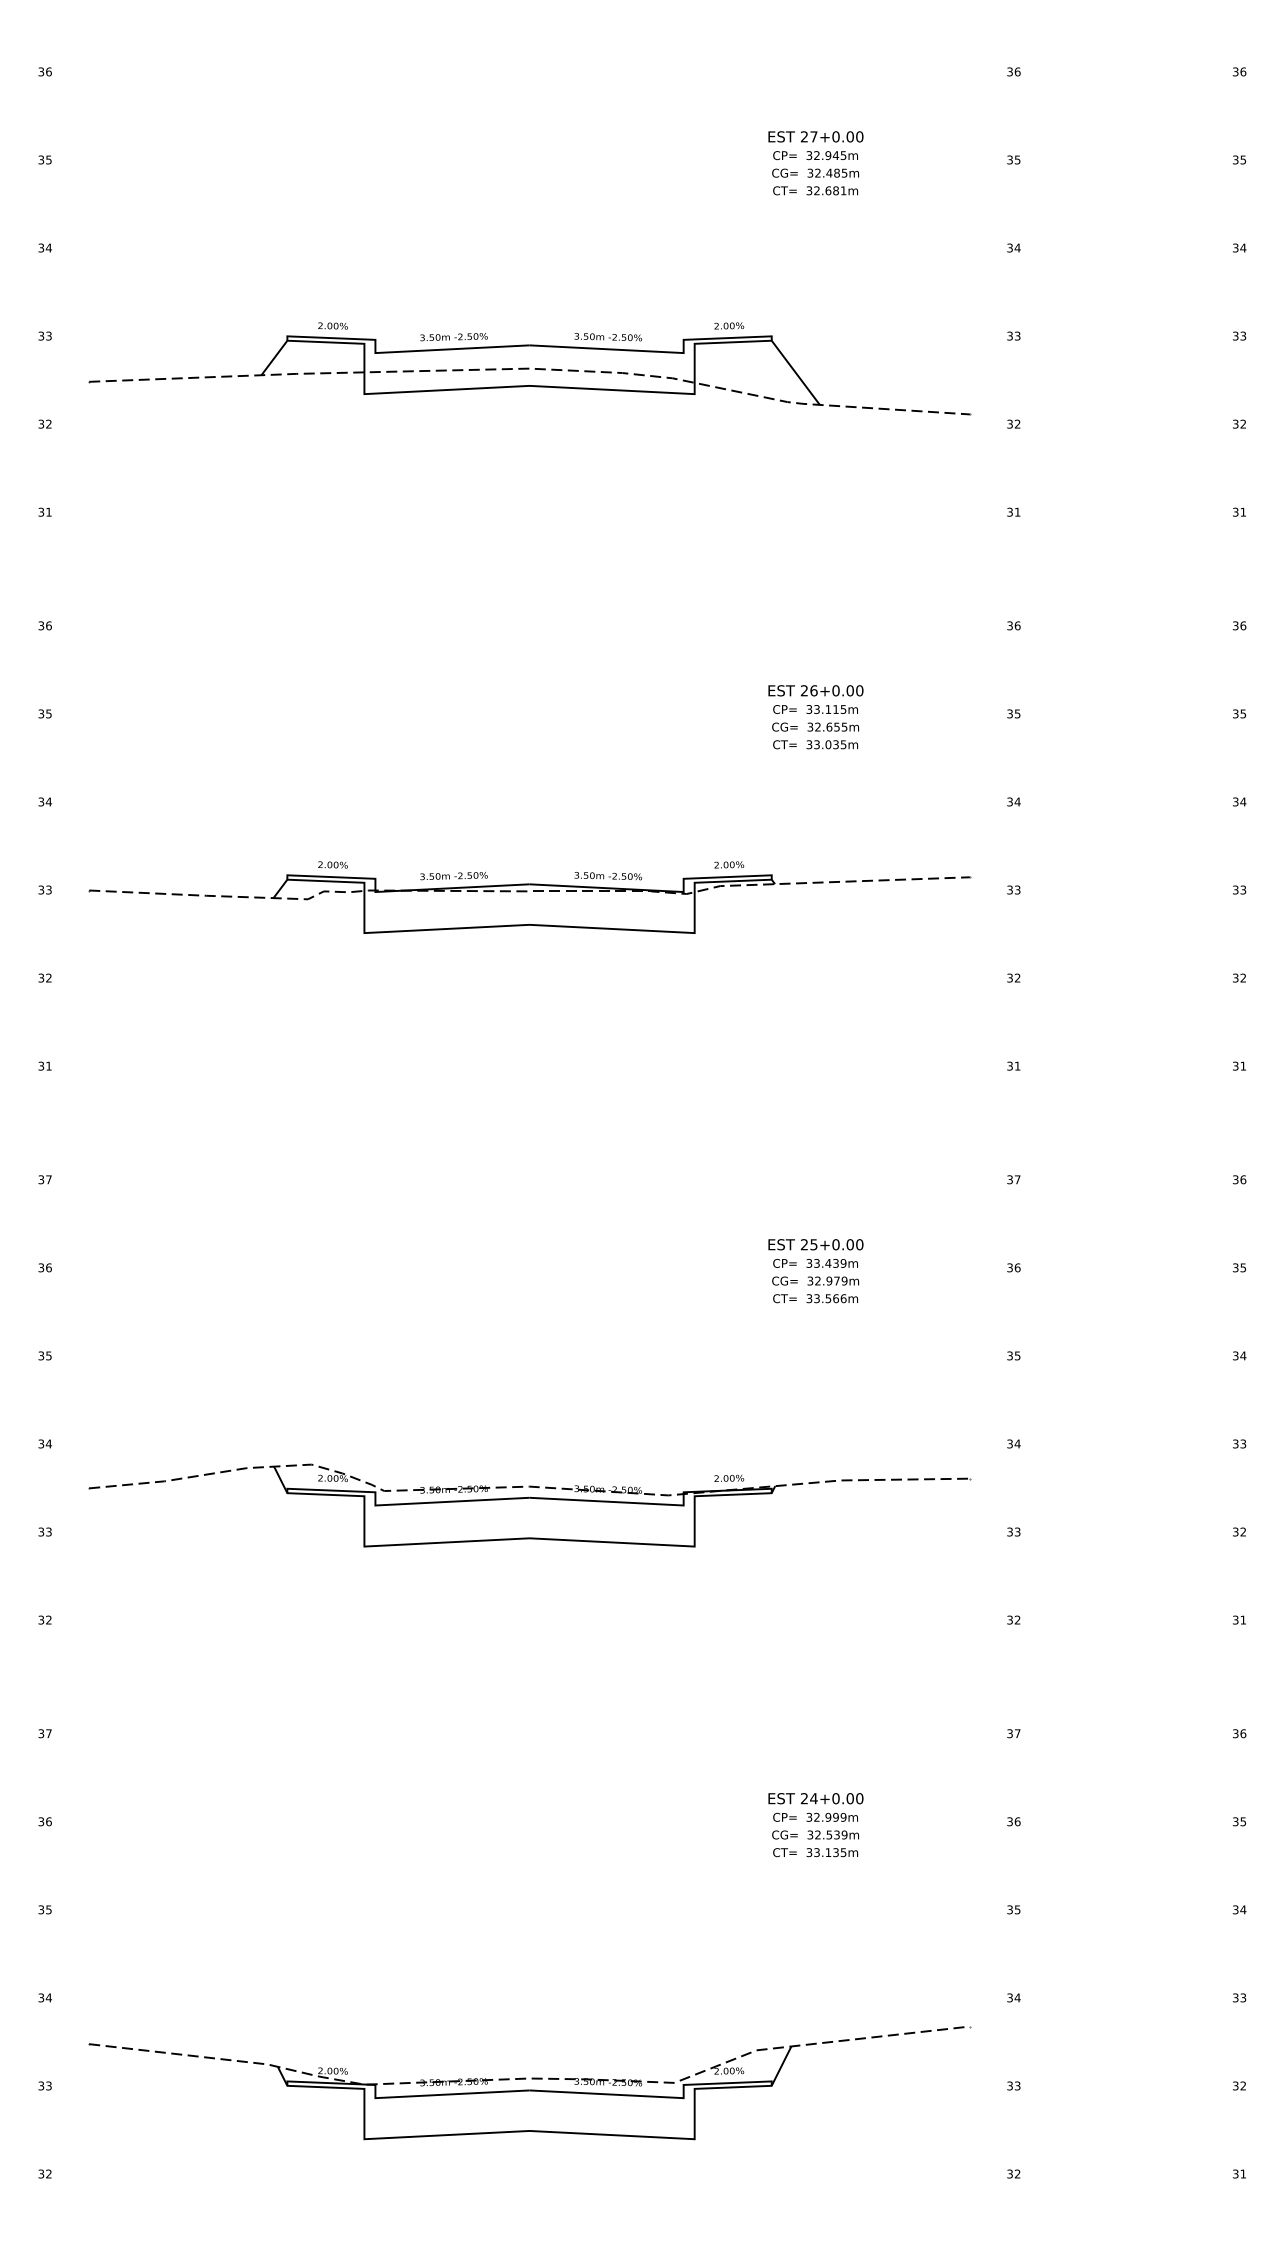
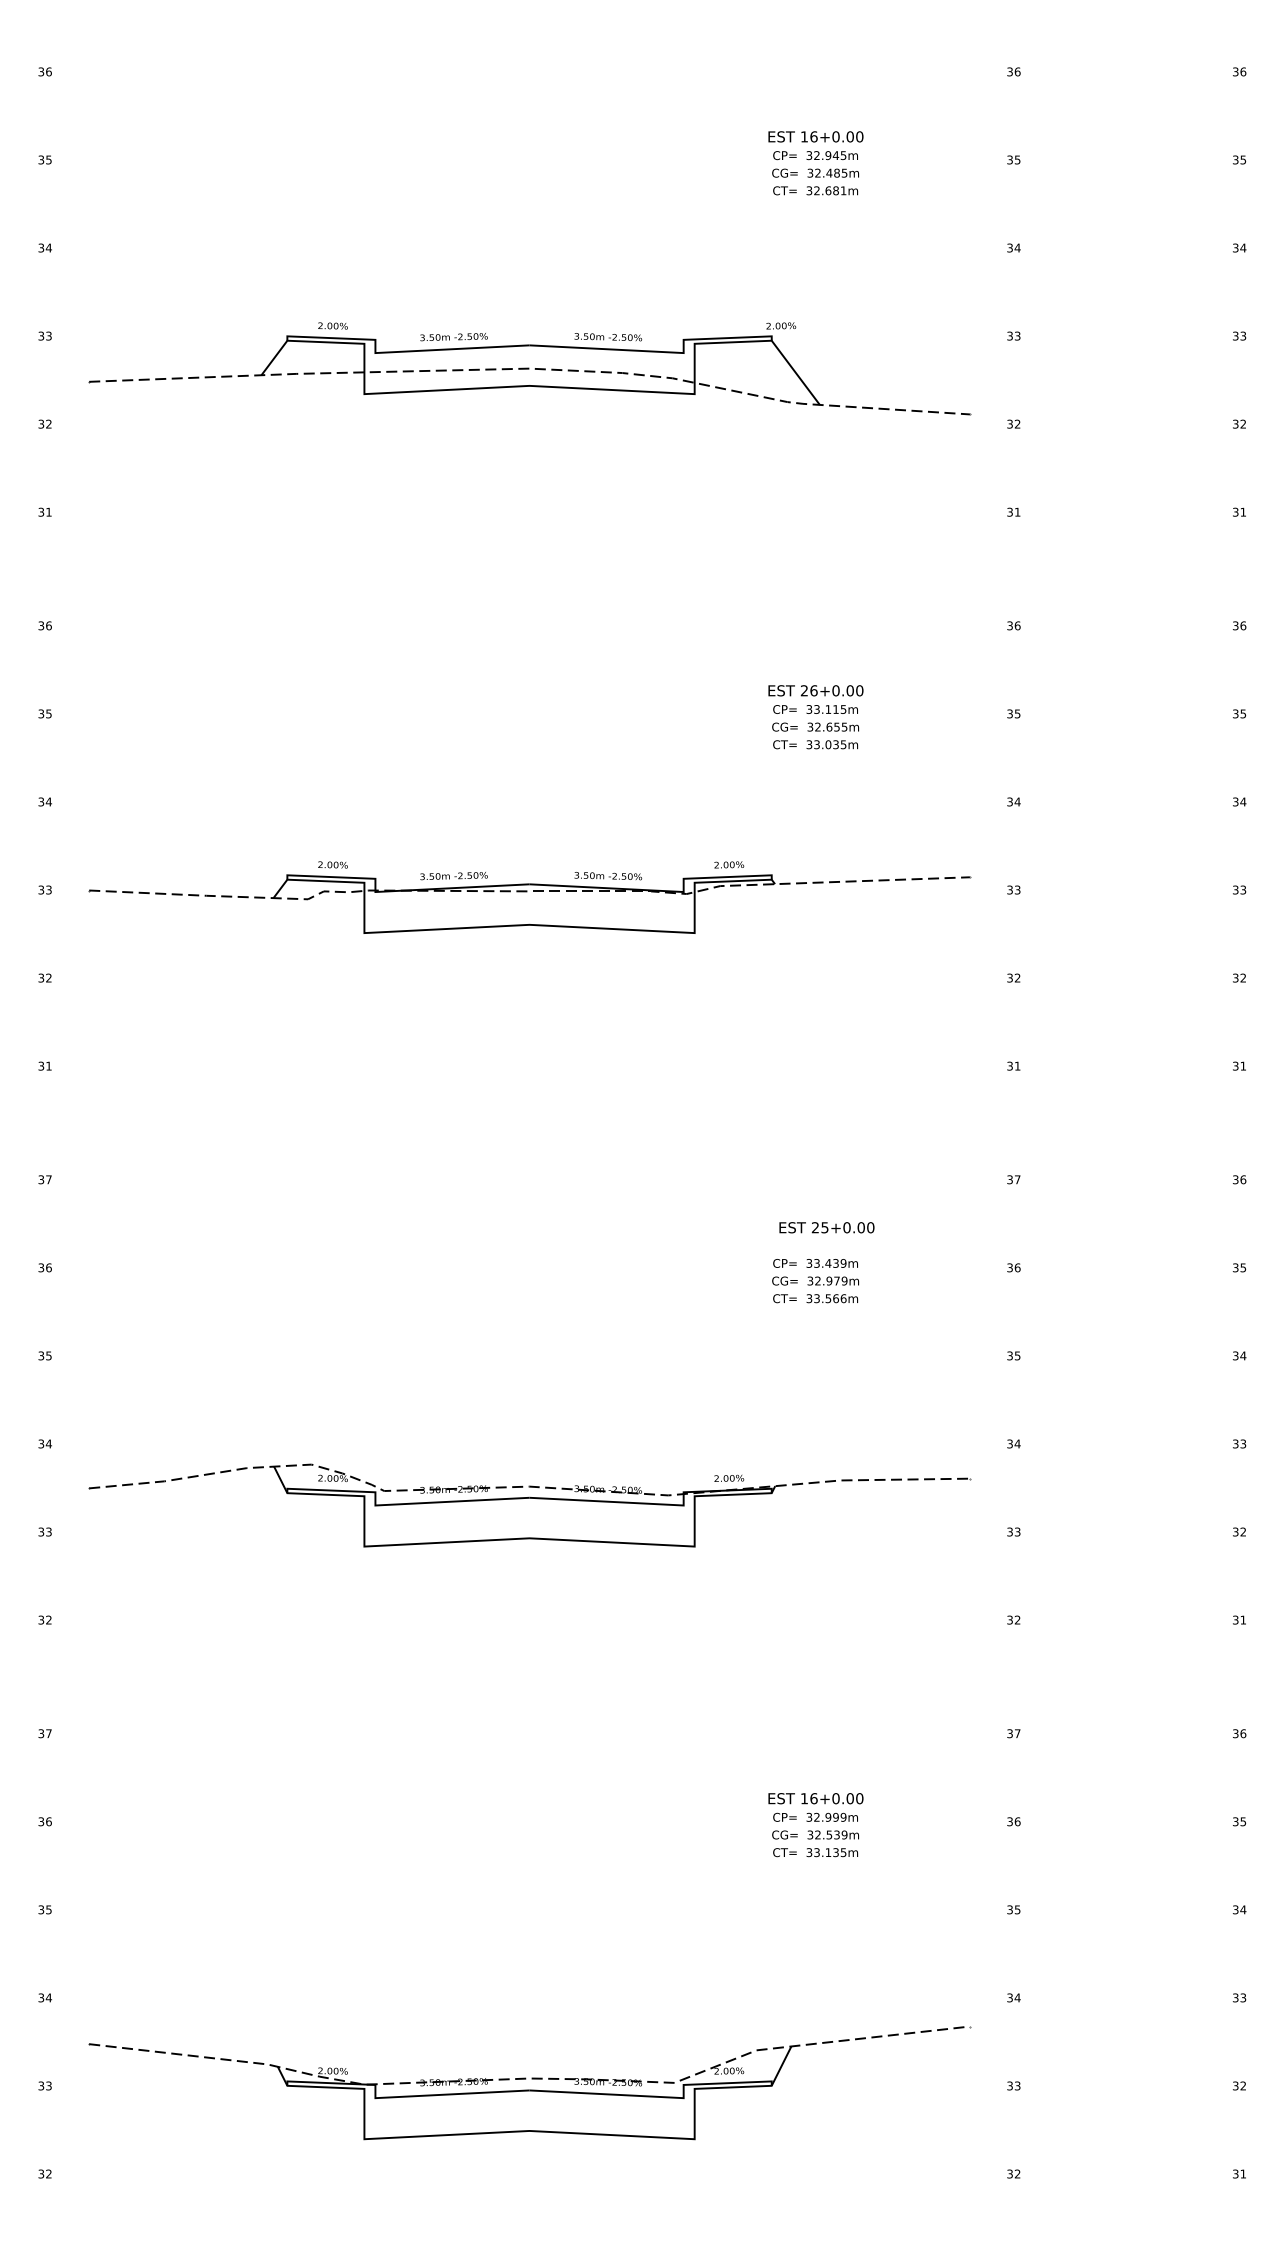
text at (808, 136): 27+0.00 -> 16+0.00
text at (729, 325) position: (729, 325) -> (781, 325)
text at (815, 1244) position: (815, 1244) -> (826, 1227)
text at (808, 1798): 24+0.00 -> 16+0.00
